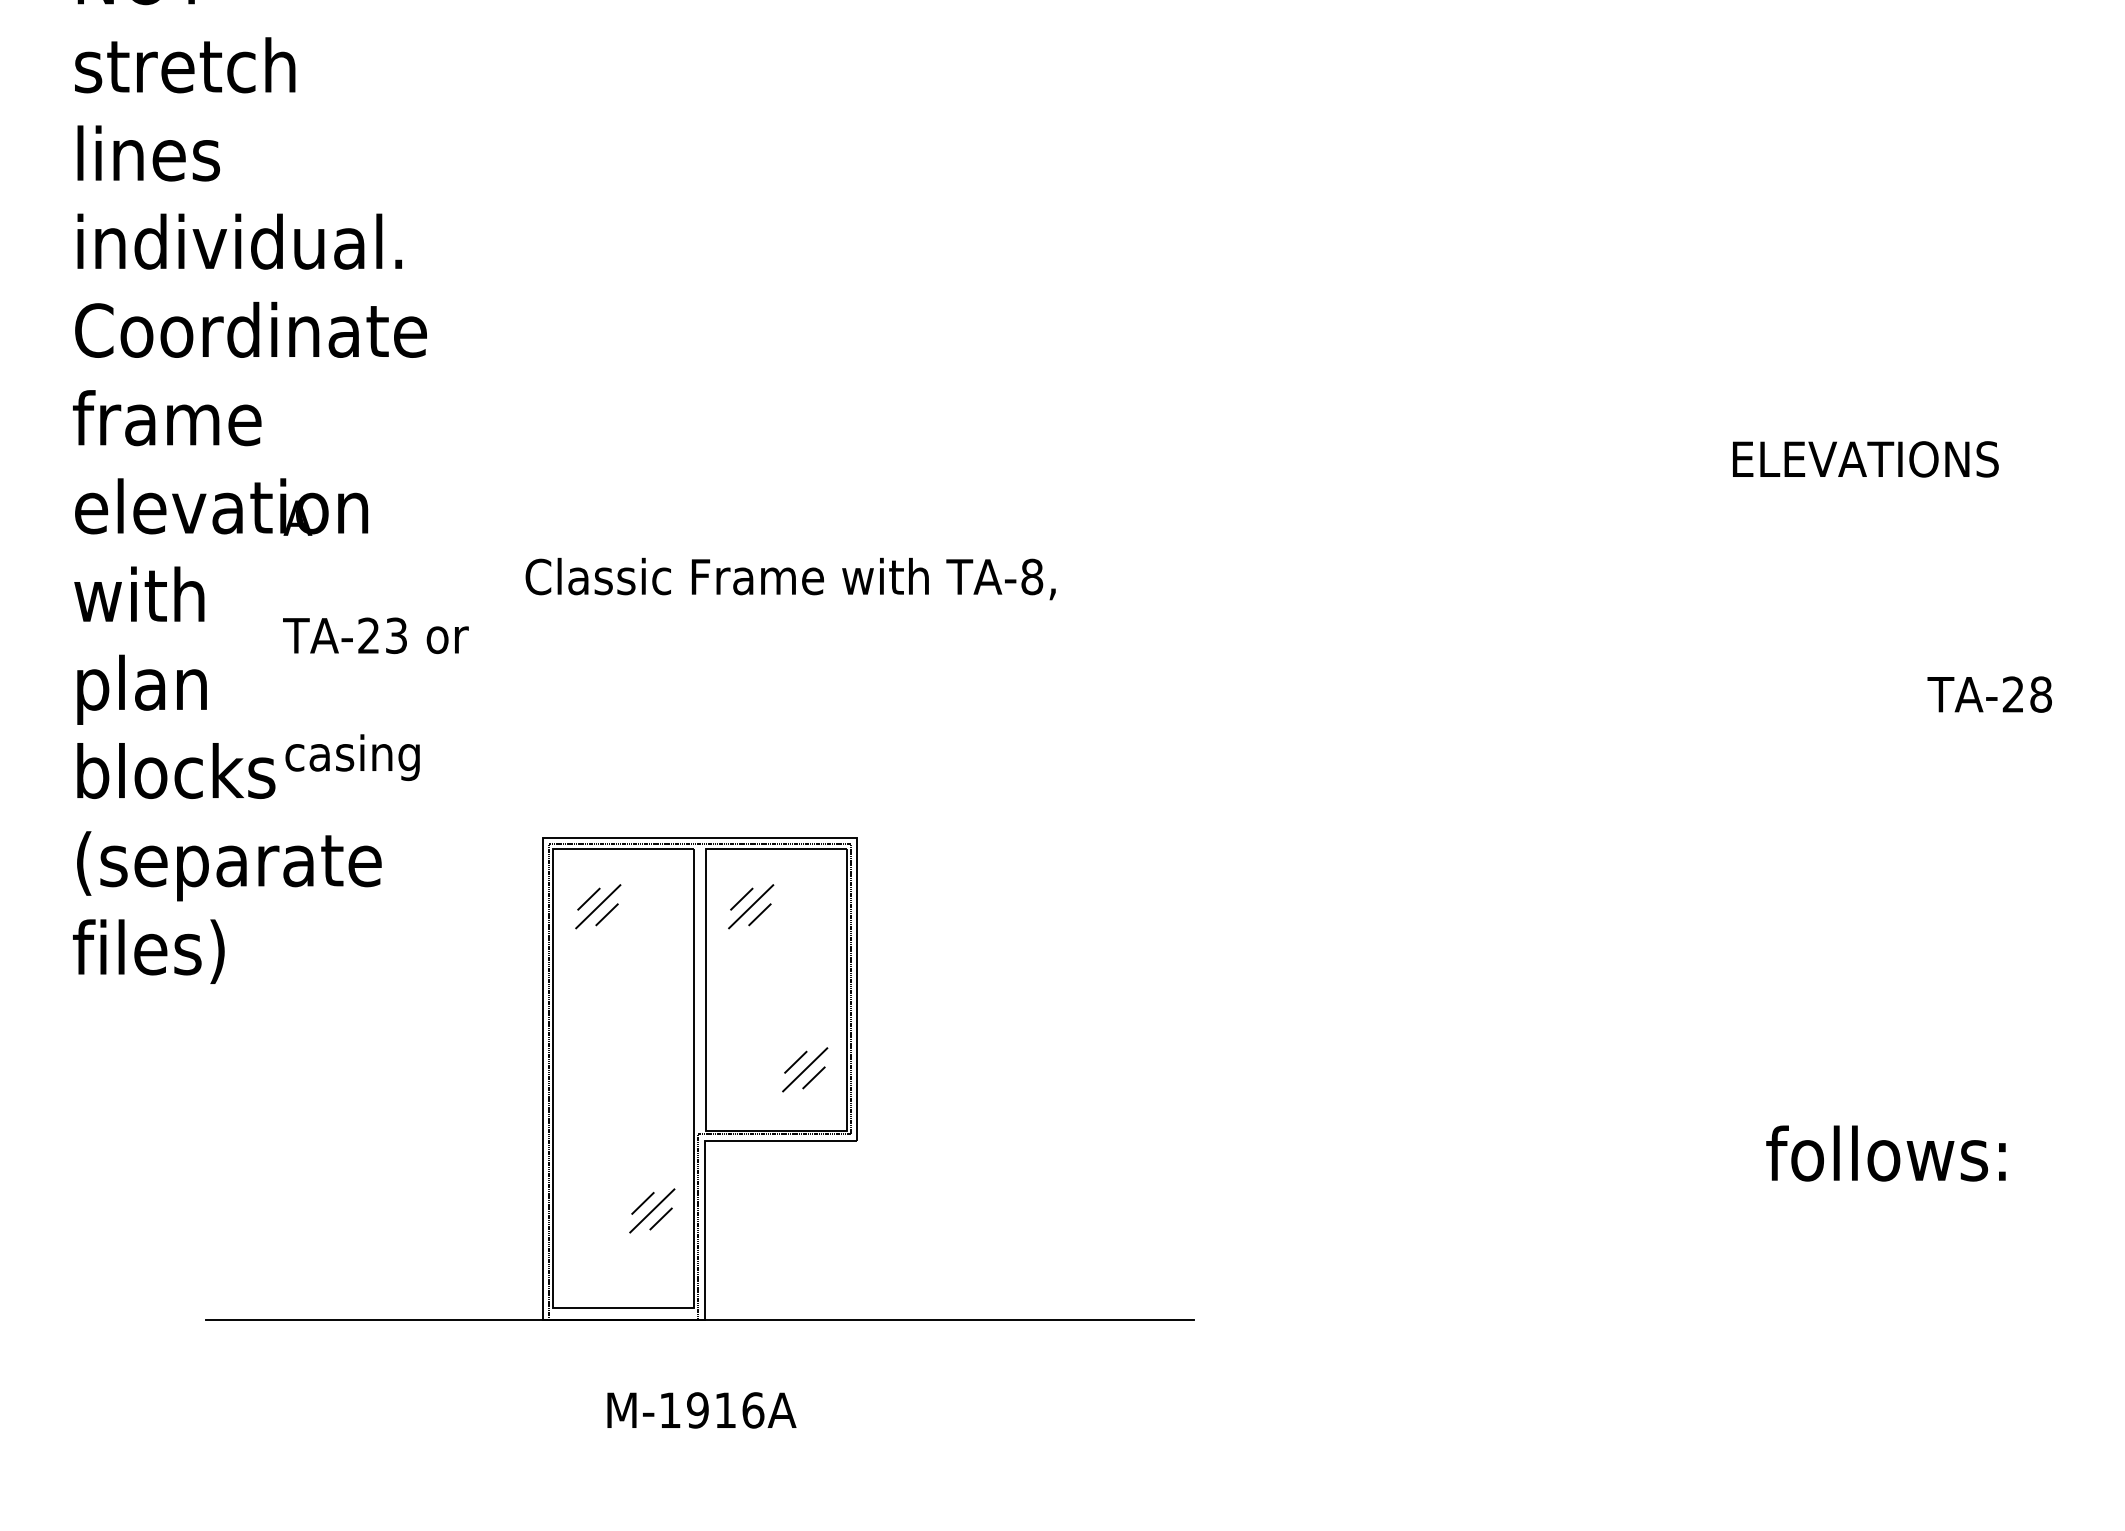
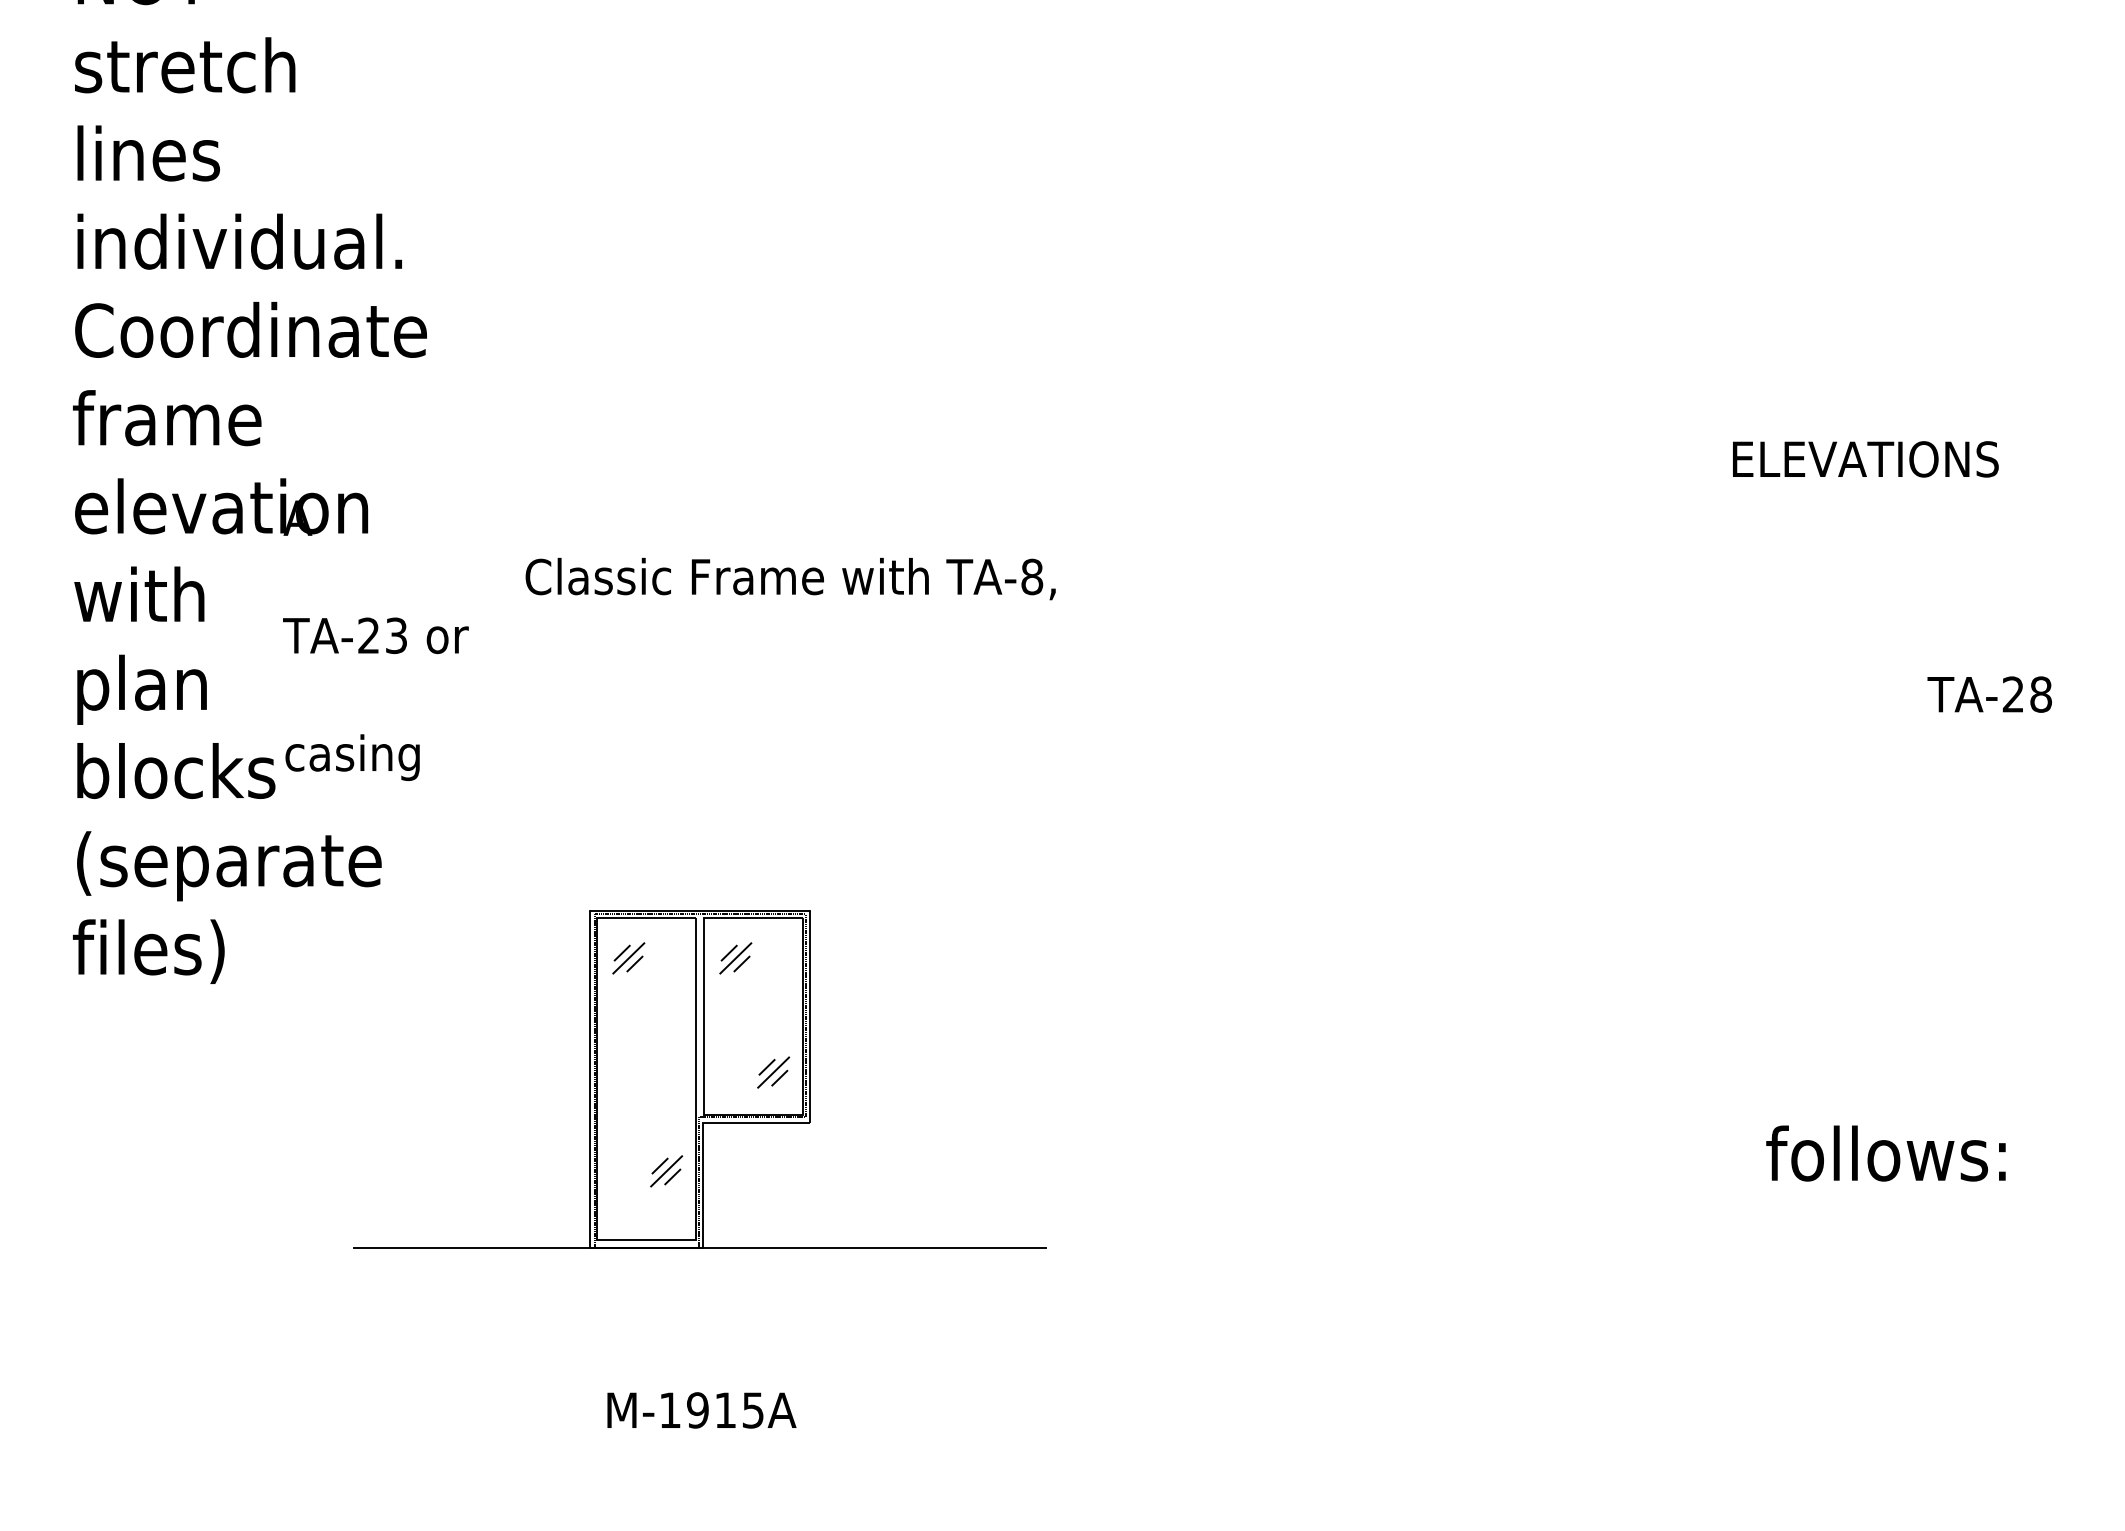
part at (699, 1078) size: 990x484 px -> 694x339 px
text at (753, 1410): M-1916A -> M-1915A
